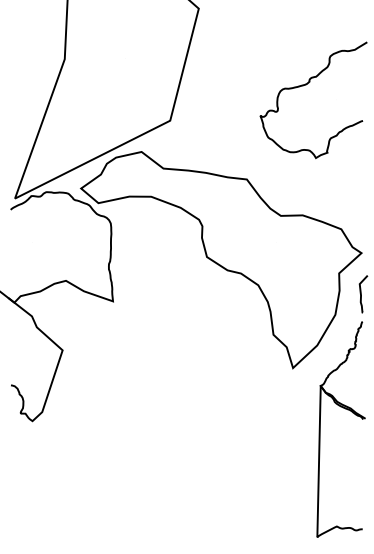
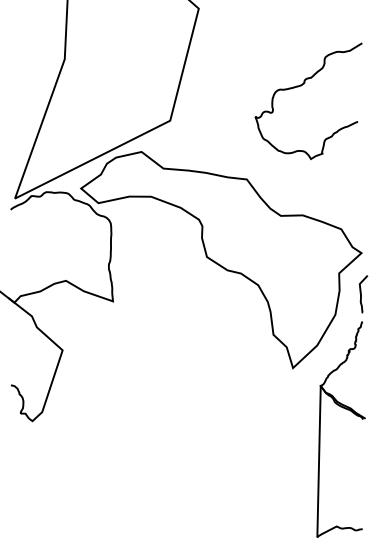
curve at (306, 85) position: (306, 85) -> (301, 86)
